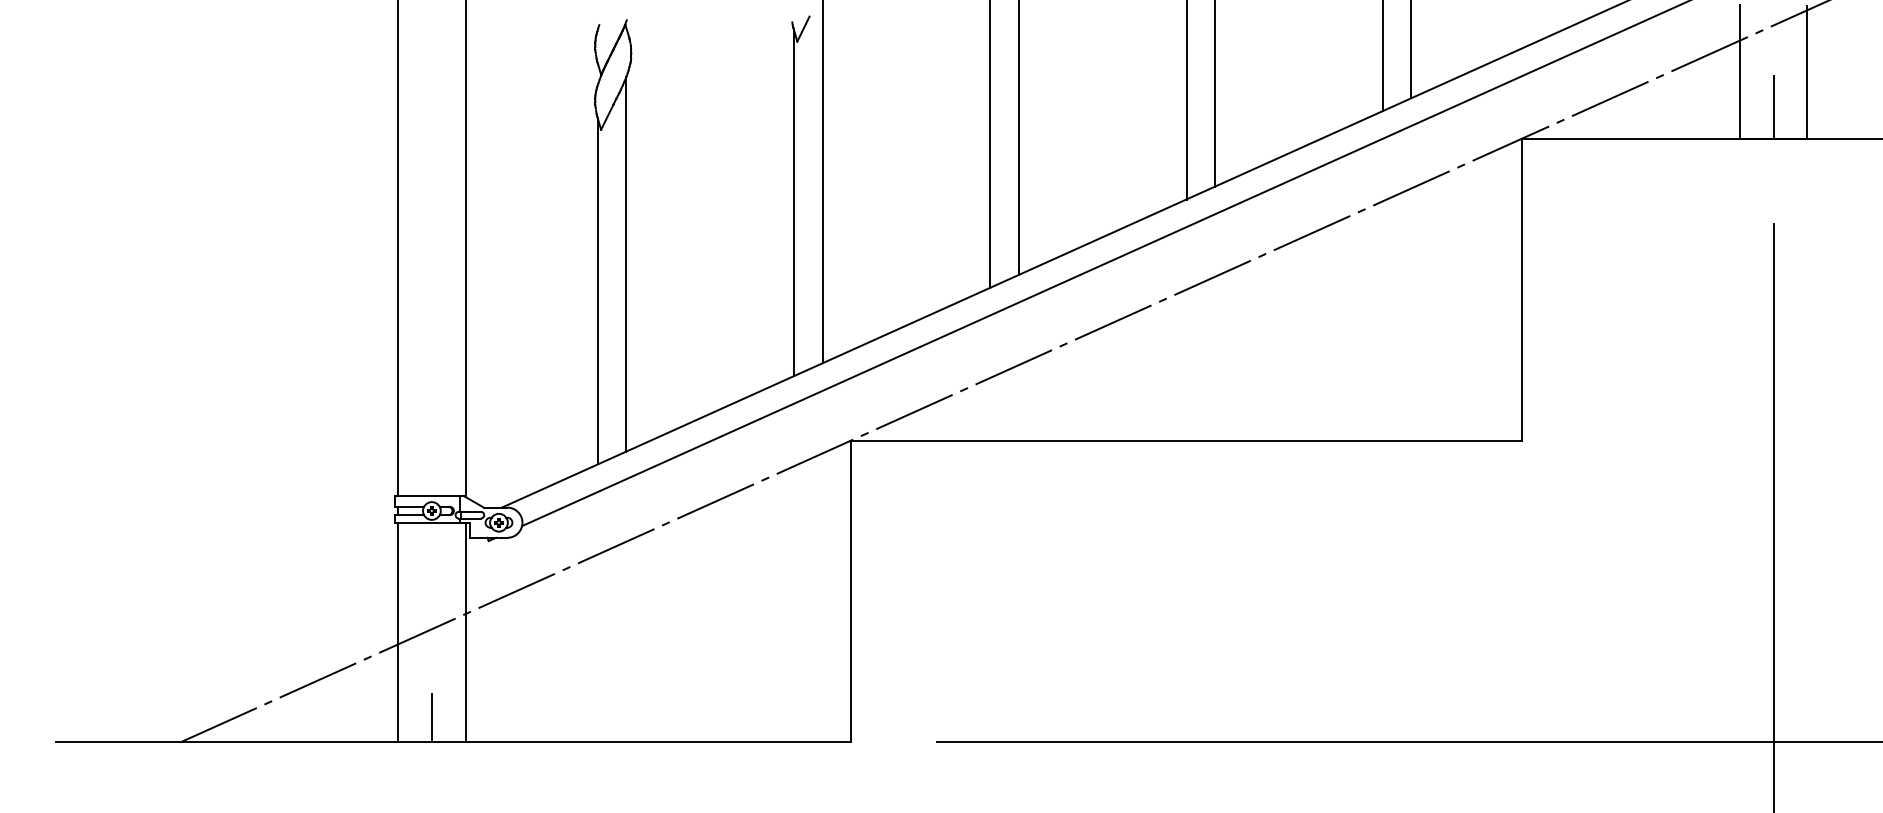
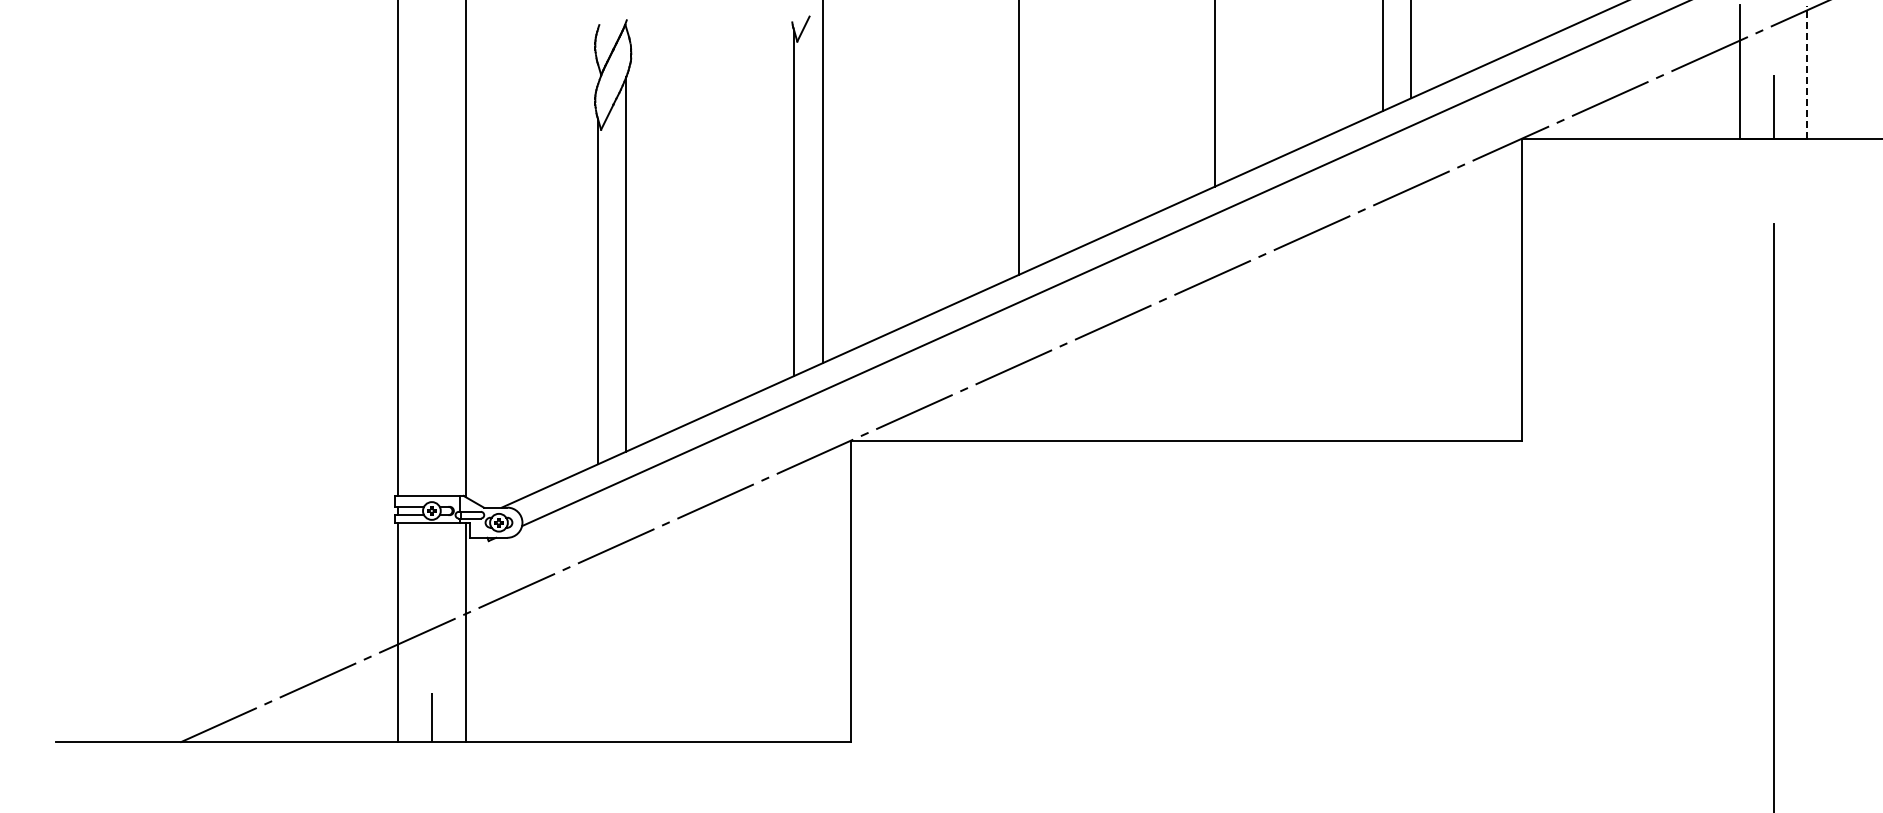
line at (1807, 71): solid -> dashed
line at (1186, 100): present -> none
line at (990, 144): present -> none
line at (1407, 742): present -> none
